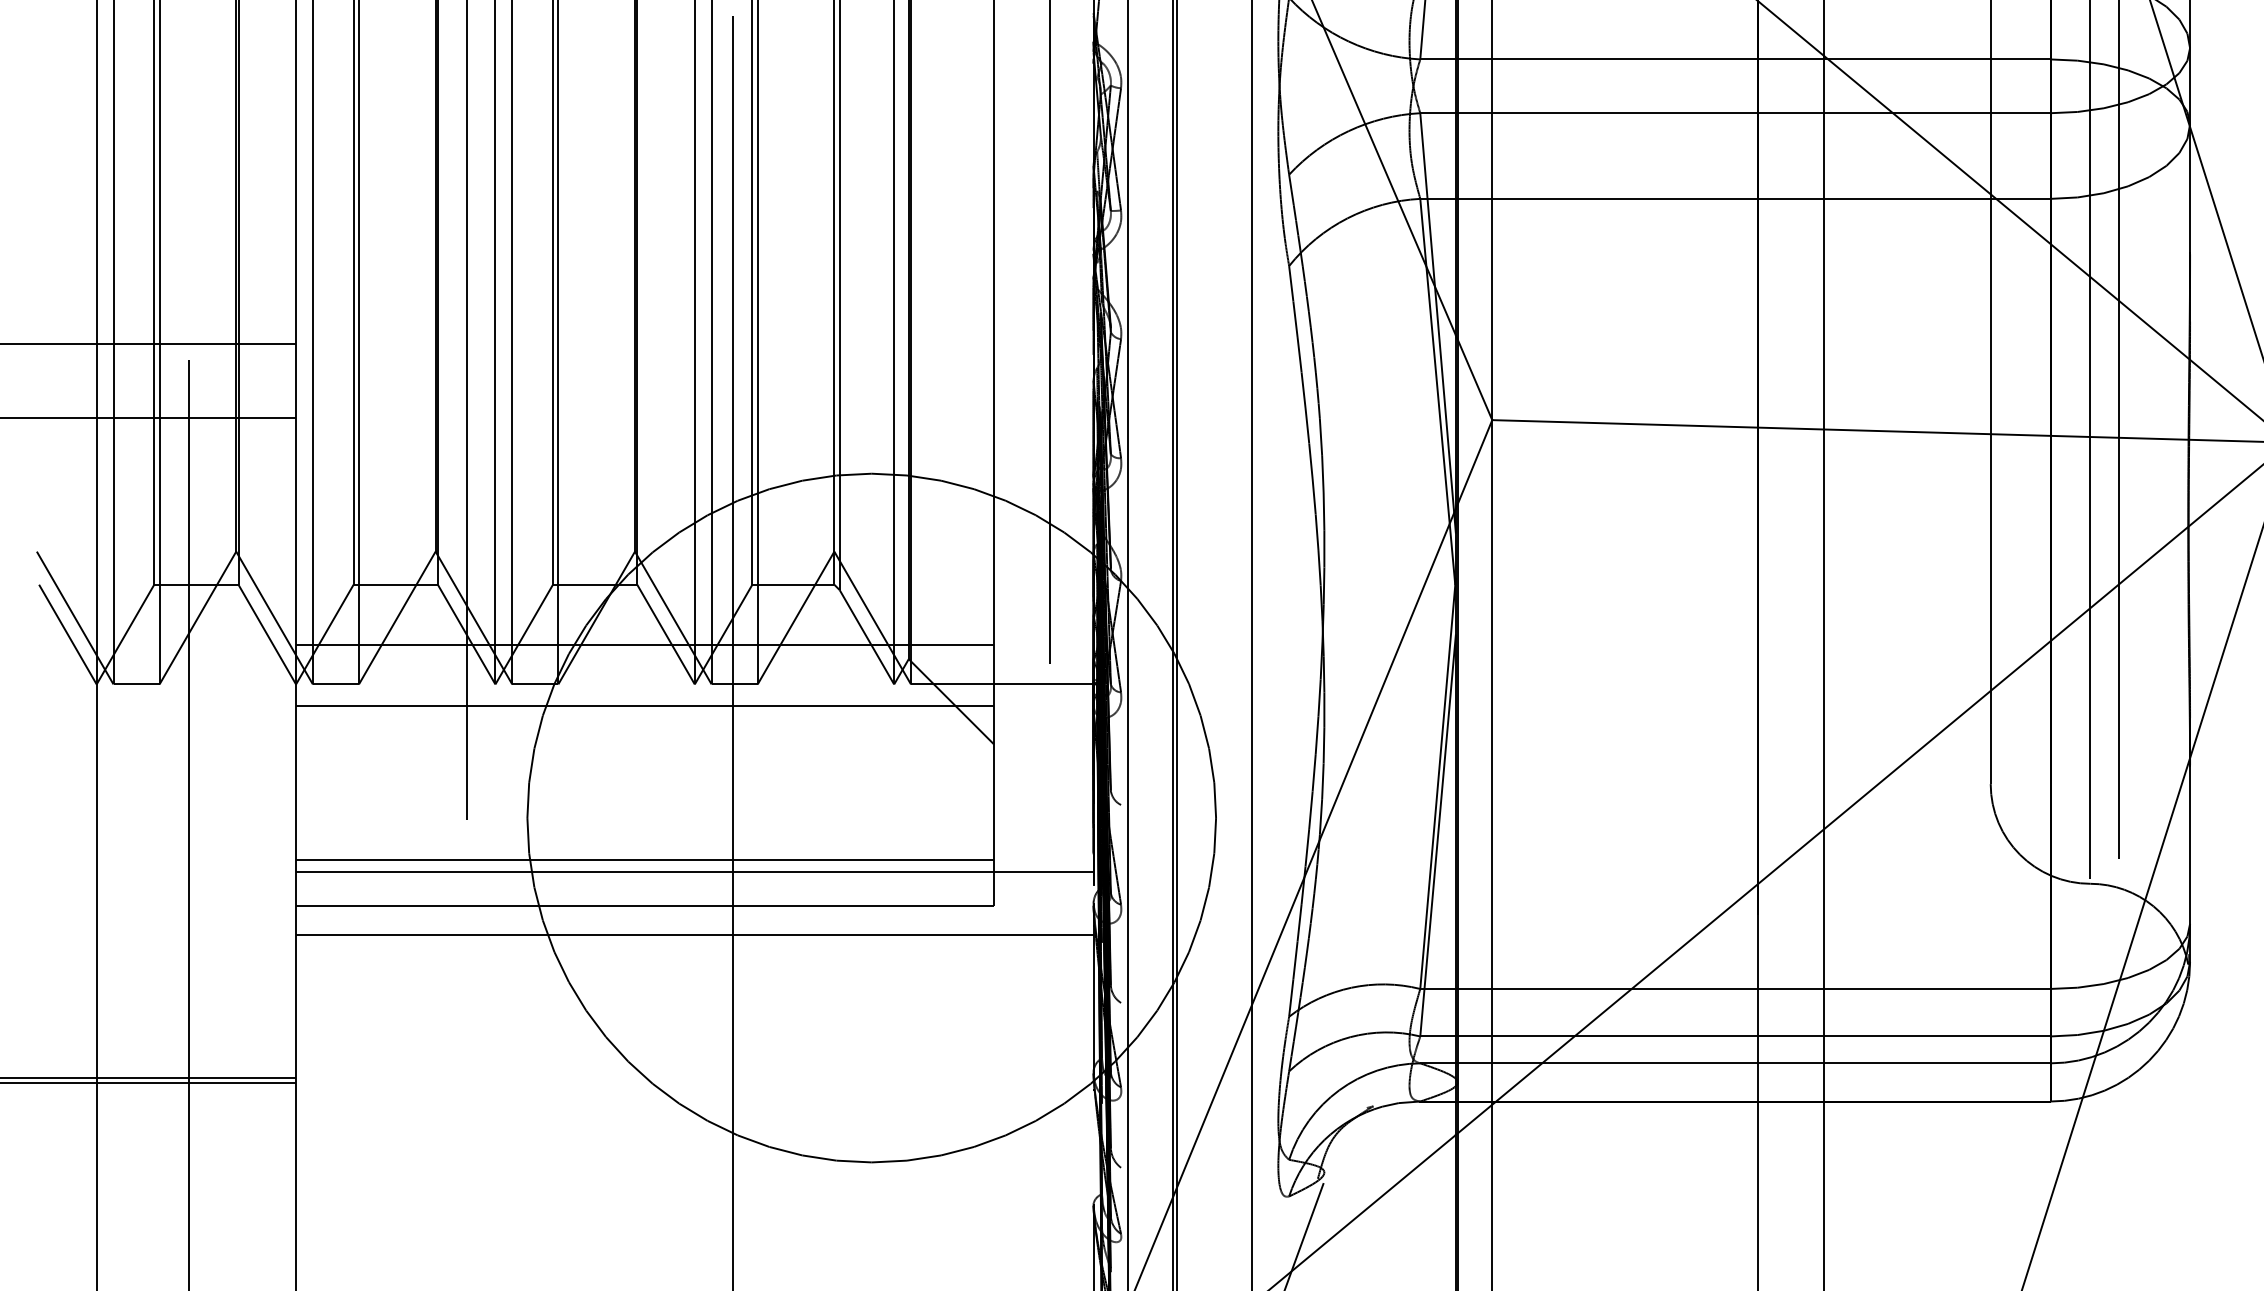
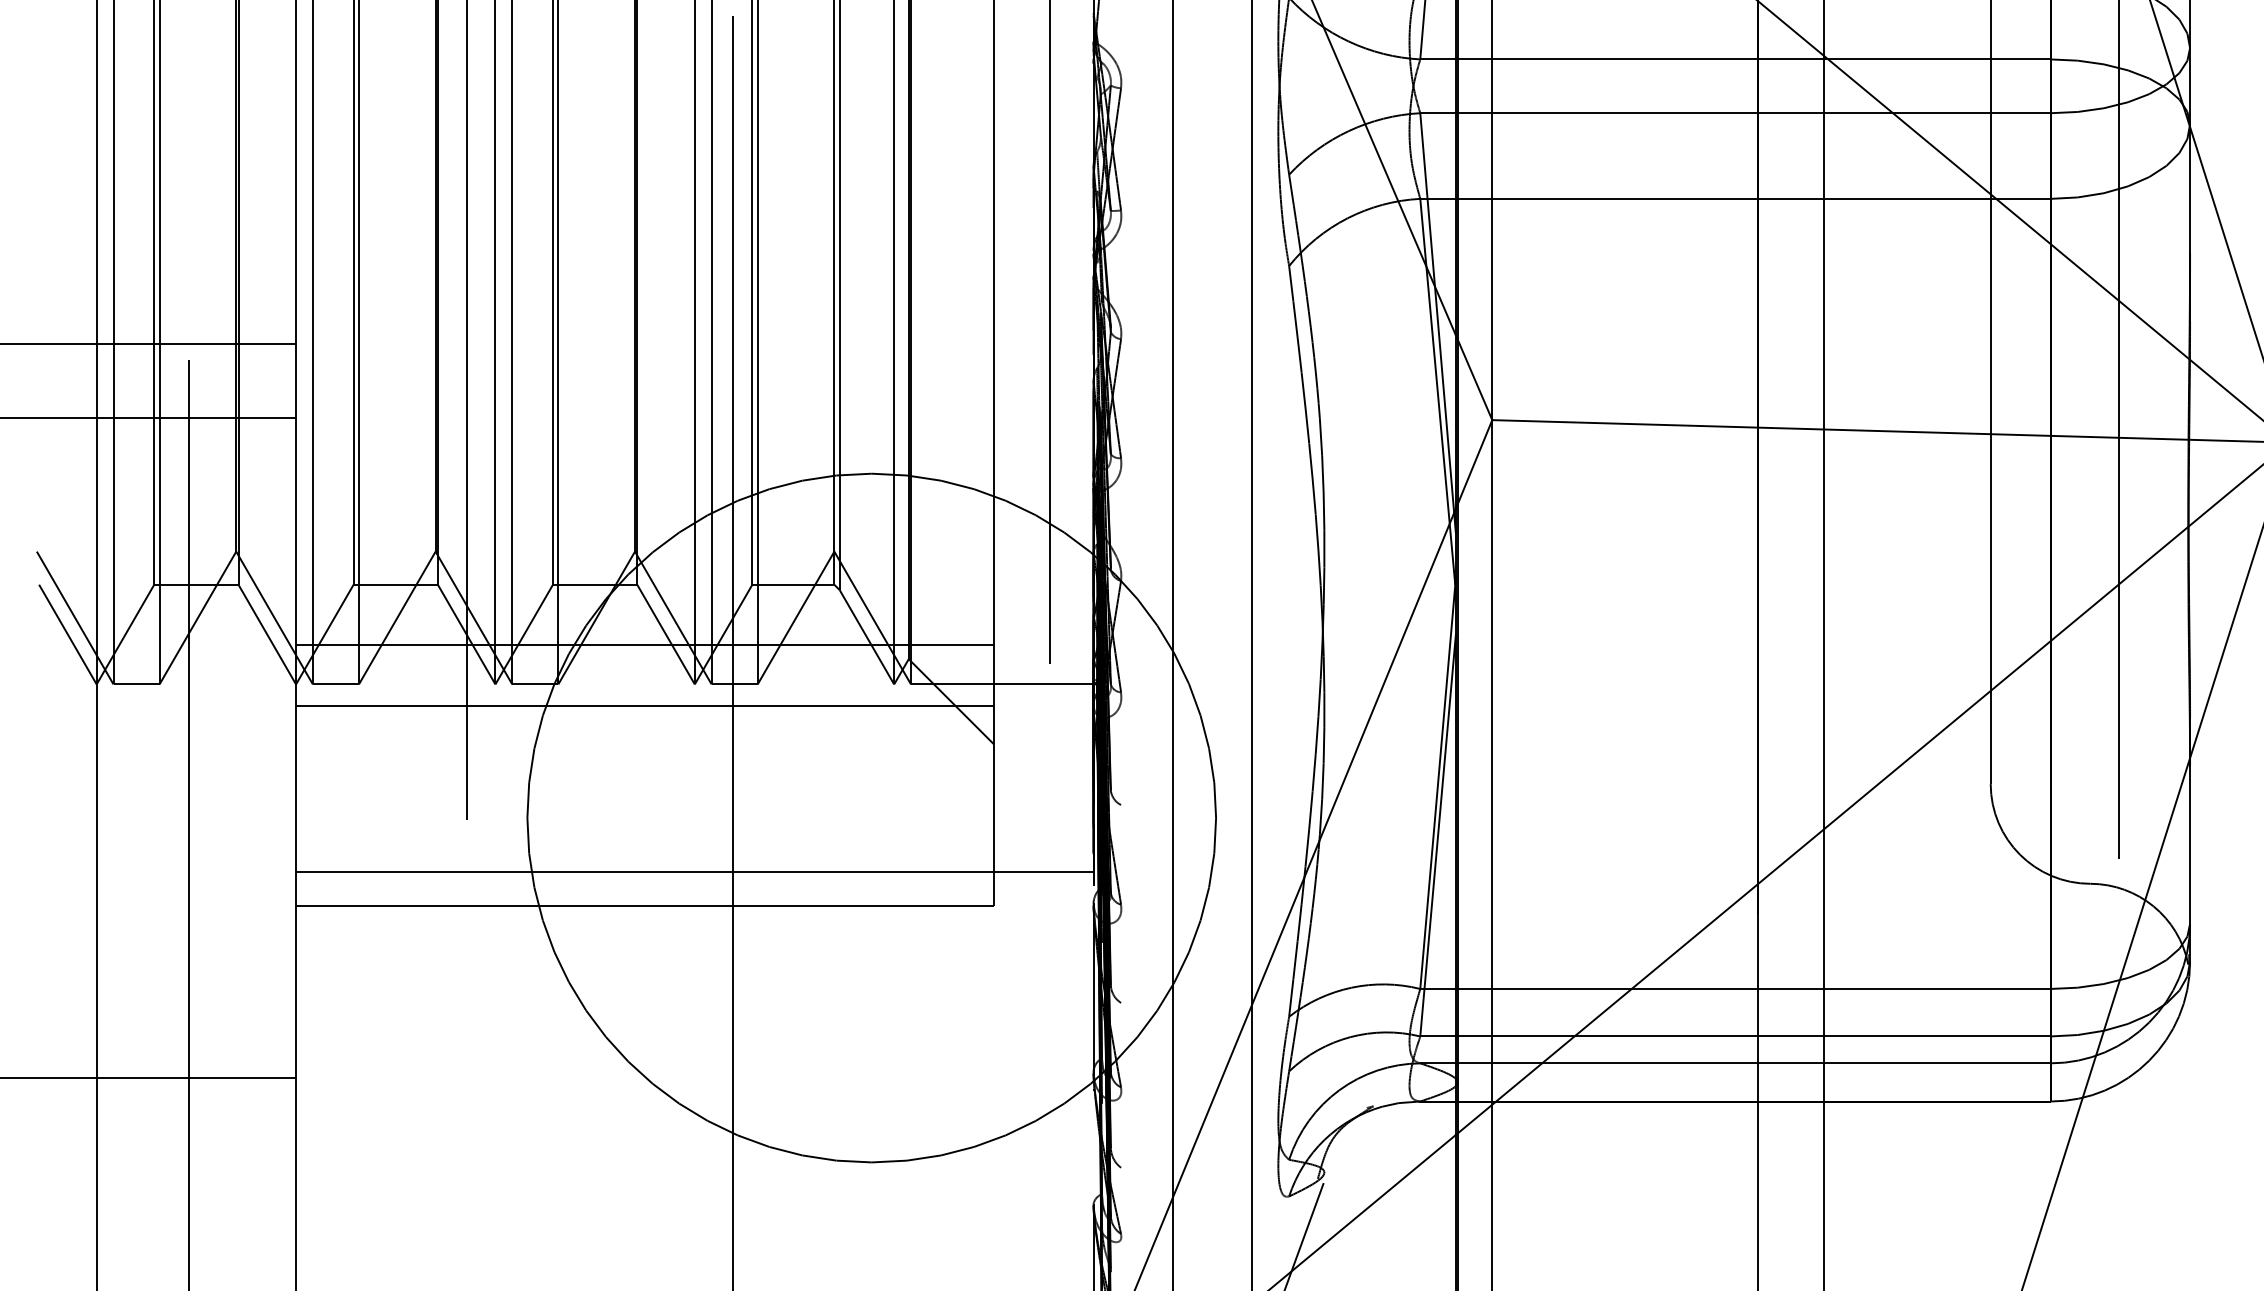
line at (2090, 440): present -> none
line at (1127, 644): present -> none
line at (1177, 644): present -> none
line at (644, 860): present -> none
line at (694, 934): present -> none
line at (149, 1083): present -> none
